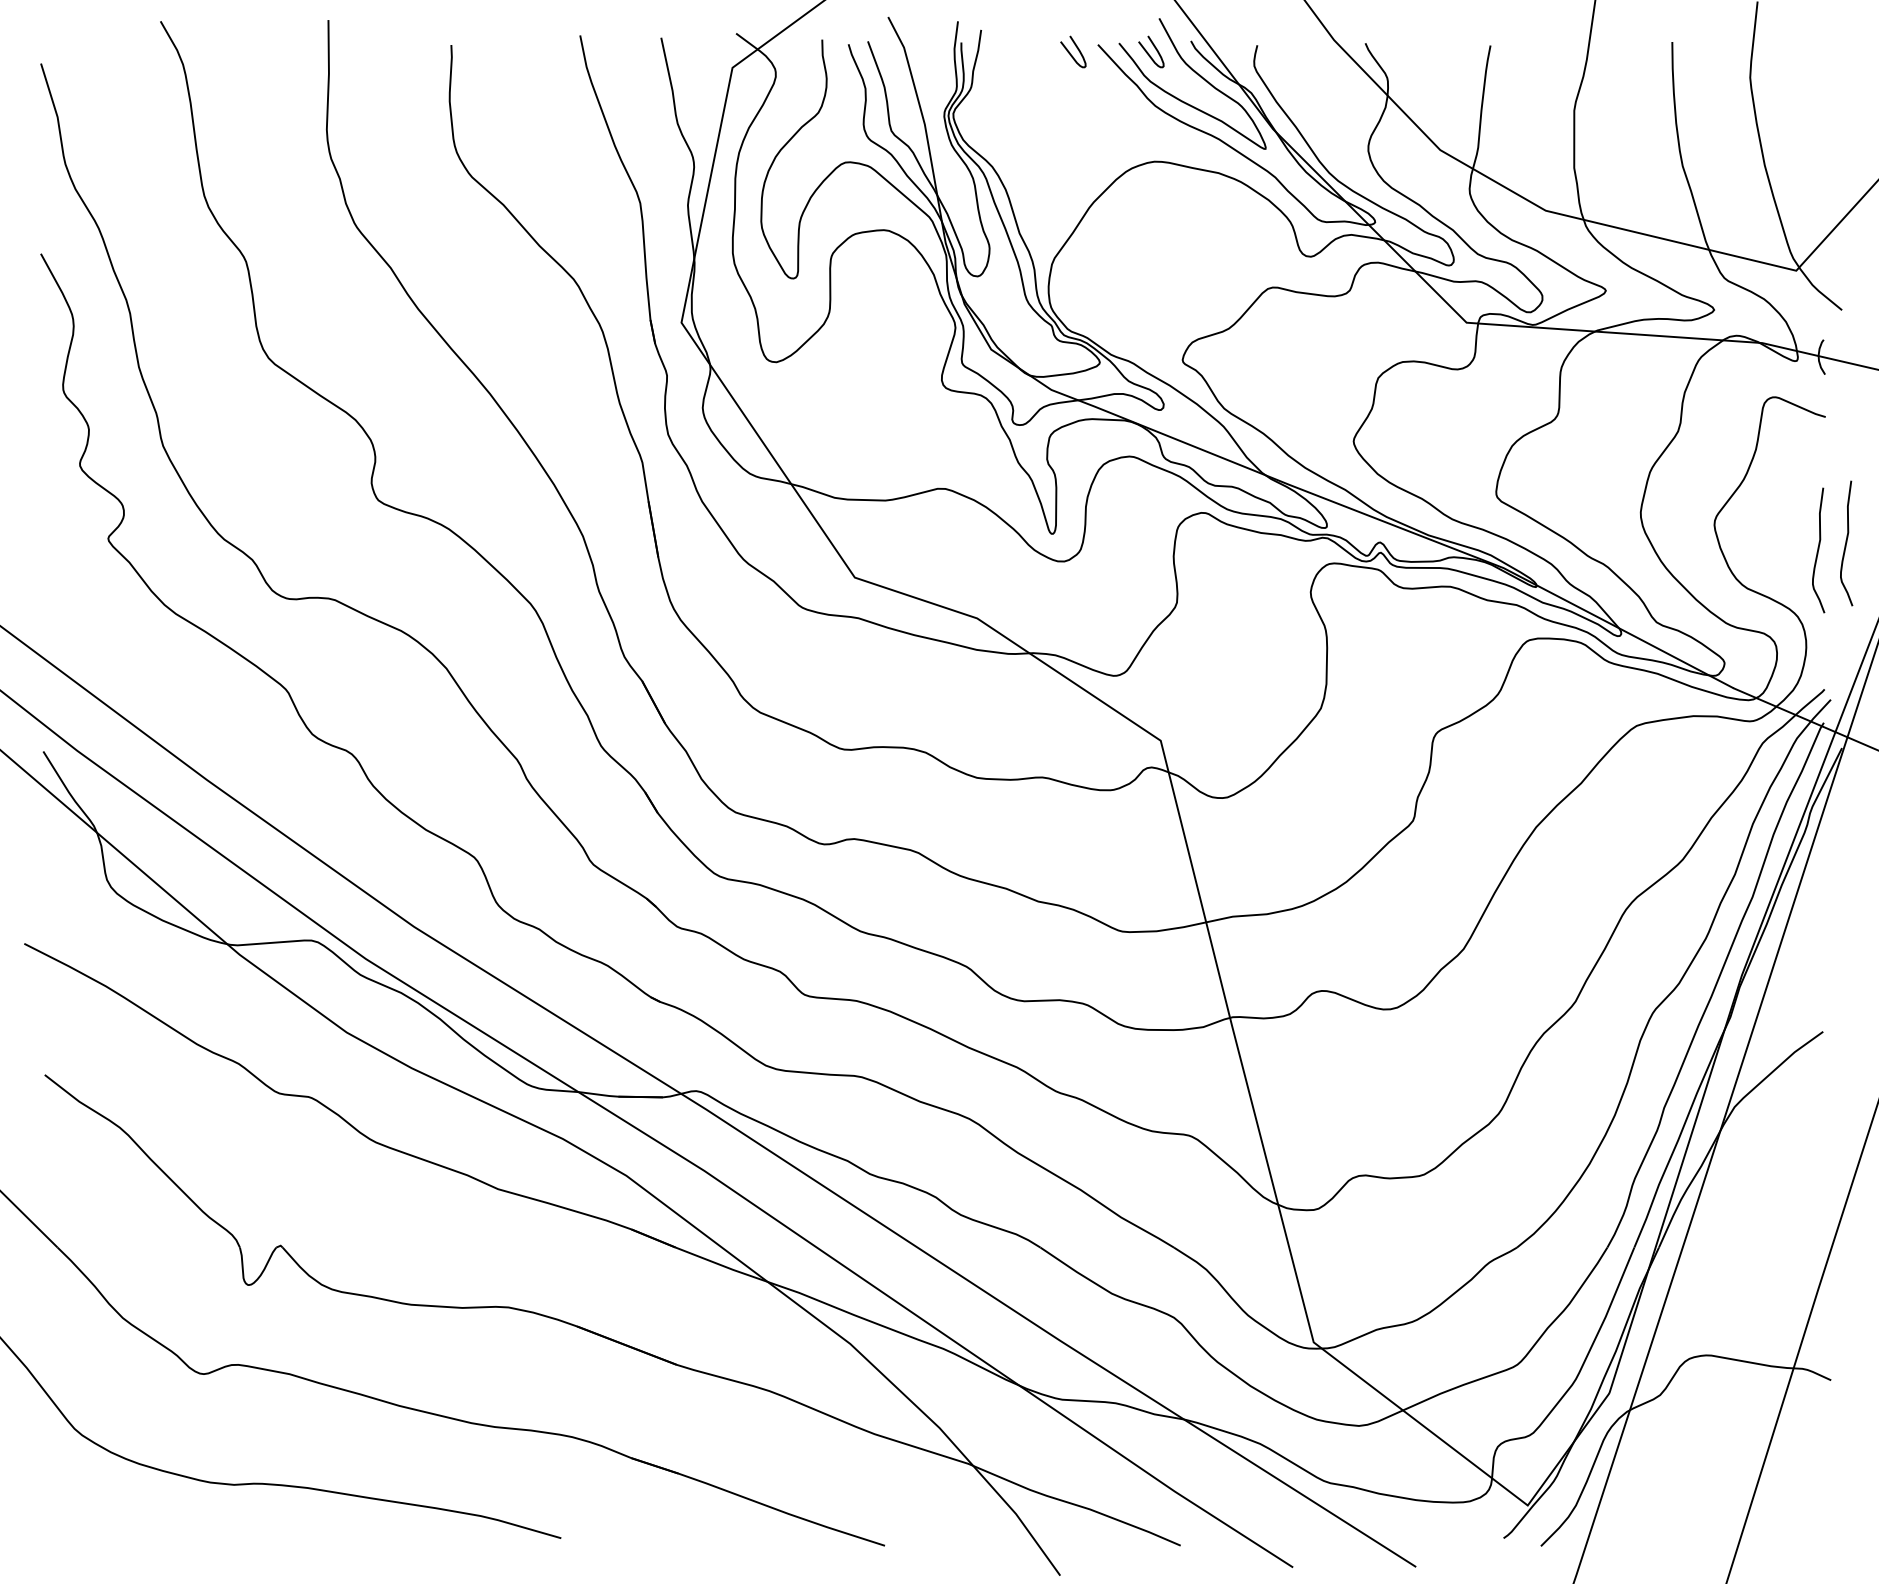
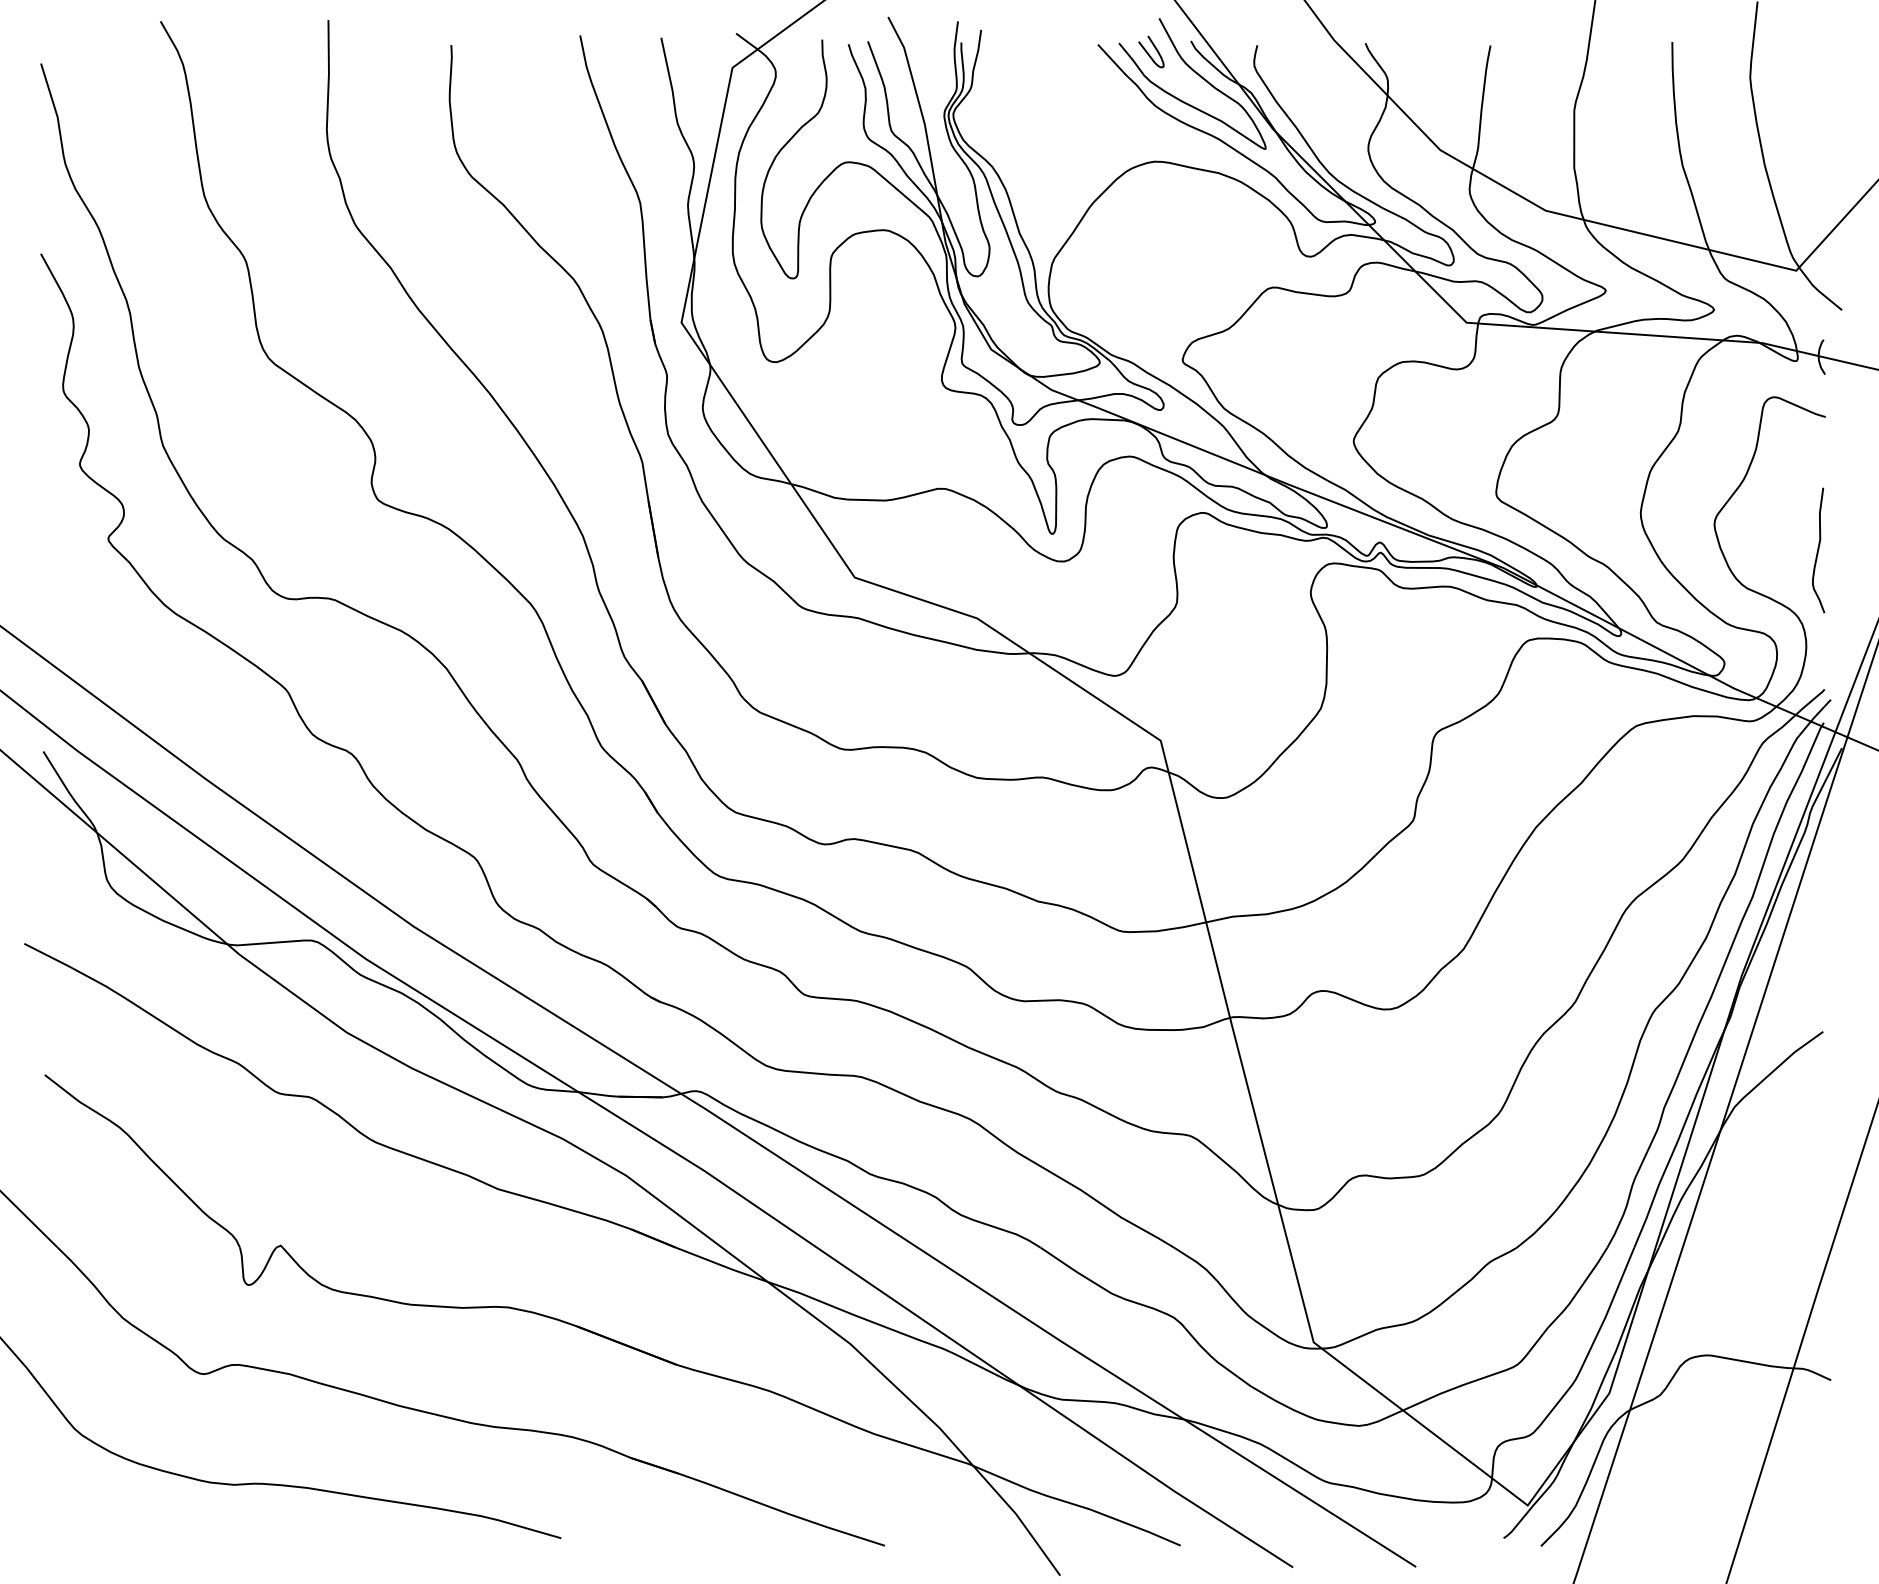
curve at (1070, 52): present -> none
curve at (1846, 543): present -> none
